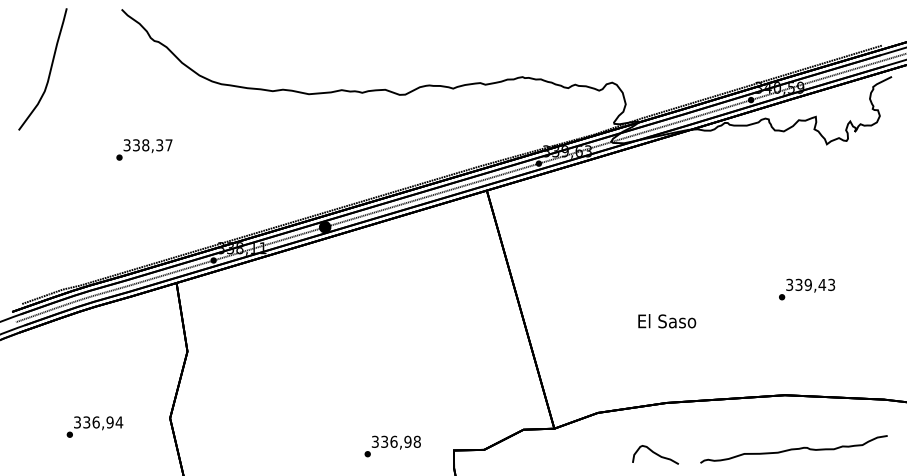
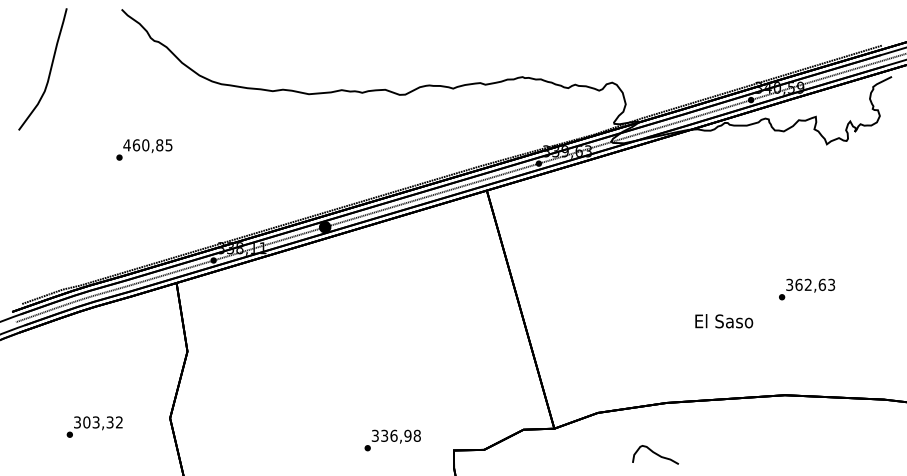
text at (147, 145): 338,37 -> 460,85
text at (810, 284): 339,43 -> 362,63
text at (667, 321) position: (667, 321) -> (724, 321)
text at (103, 422): 336,94 -> 303,32
text at (392, 446) position: (392, 446) -> (392, 440)
curve at (793, 449): present -> none
